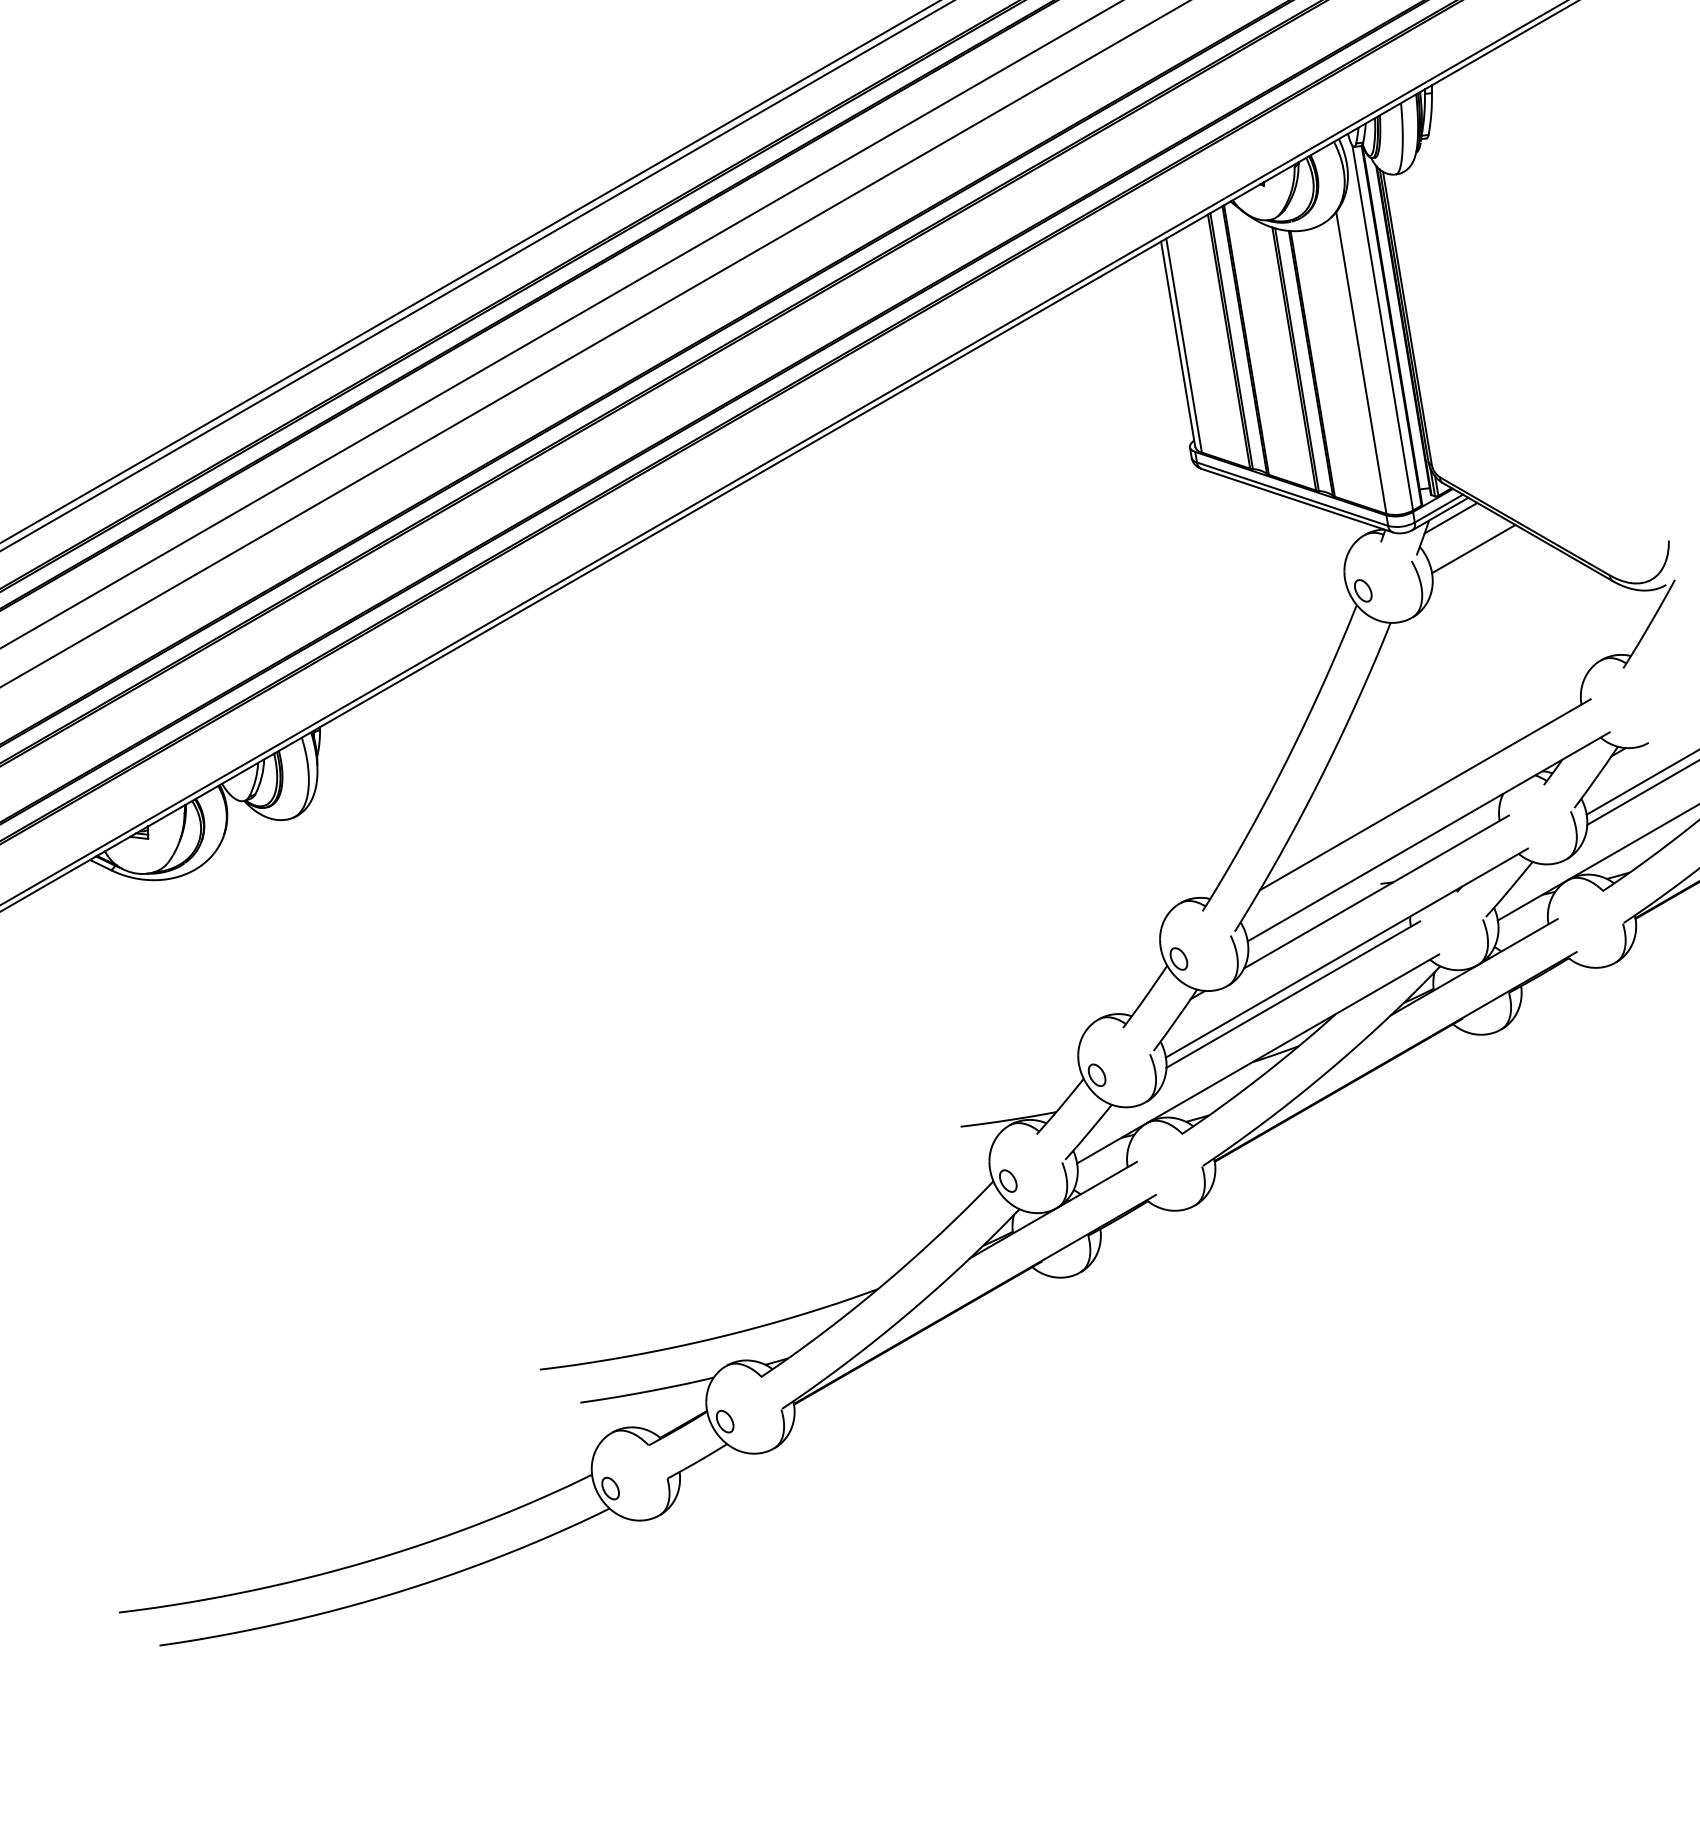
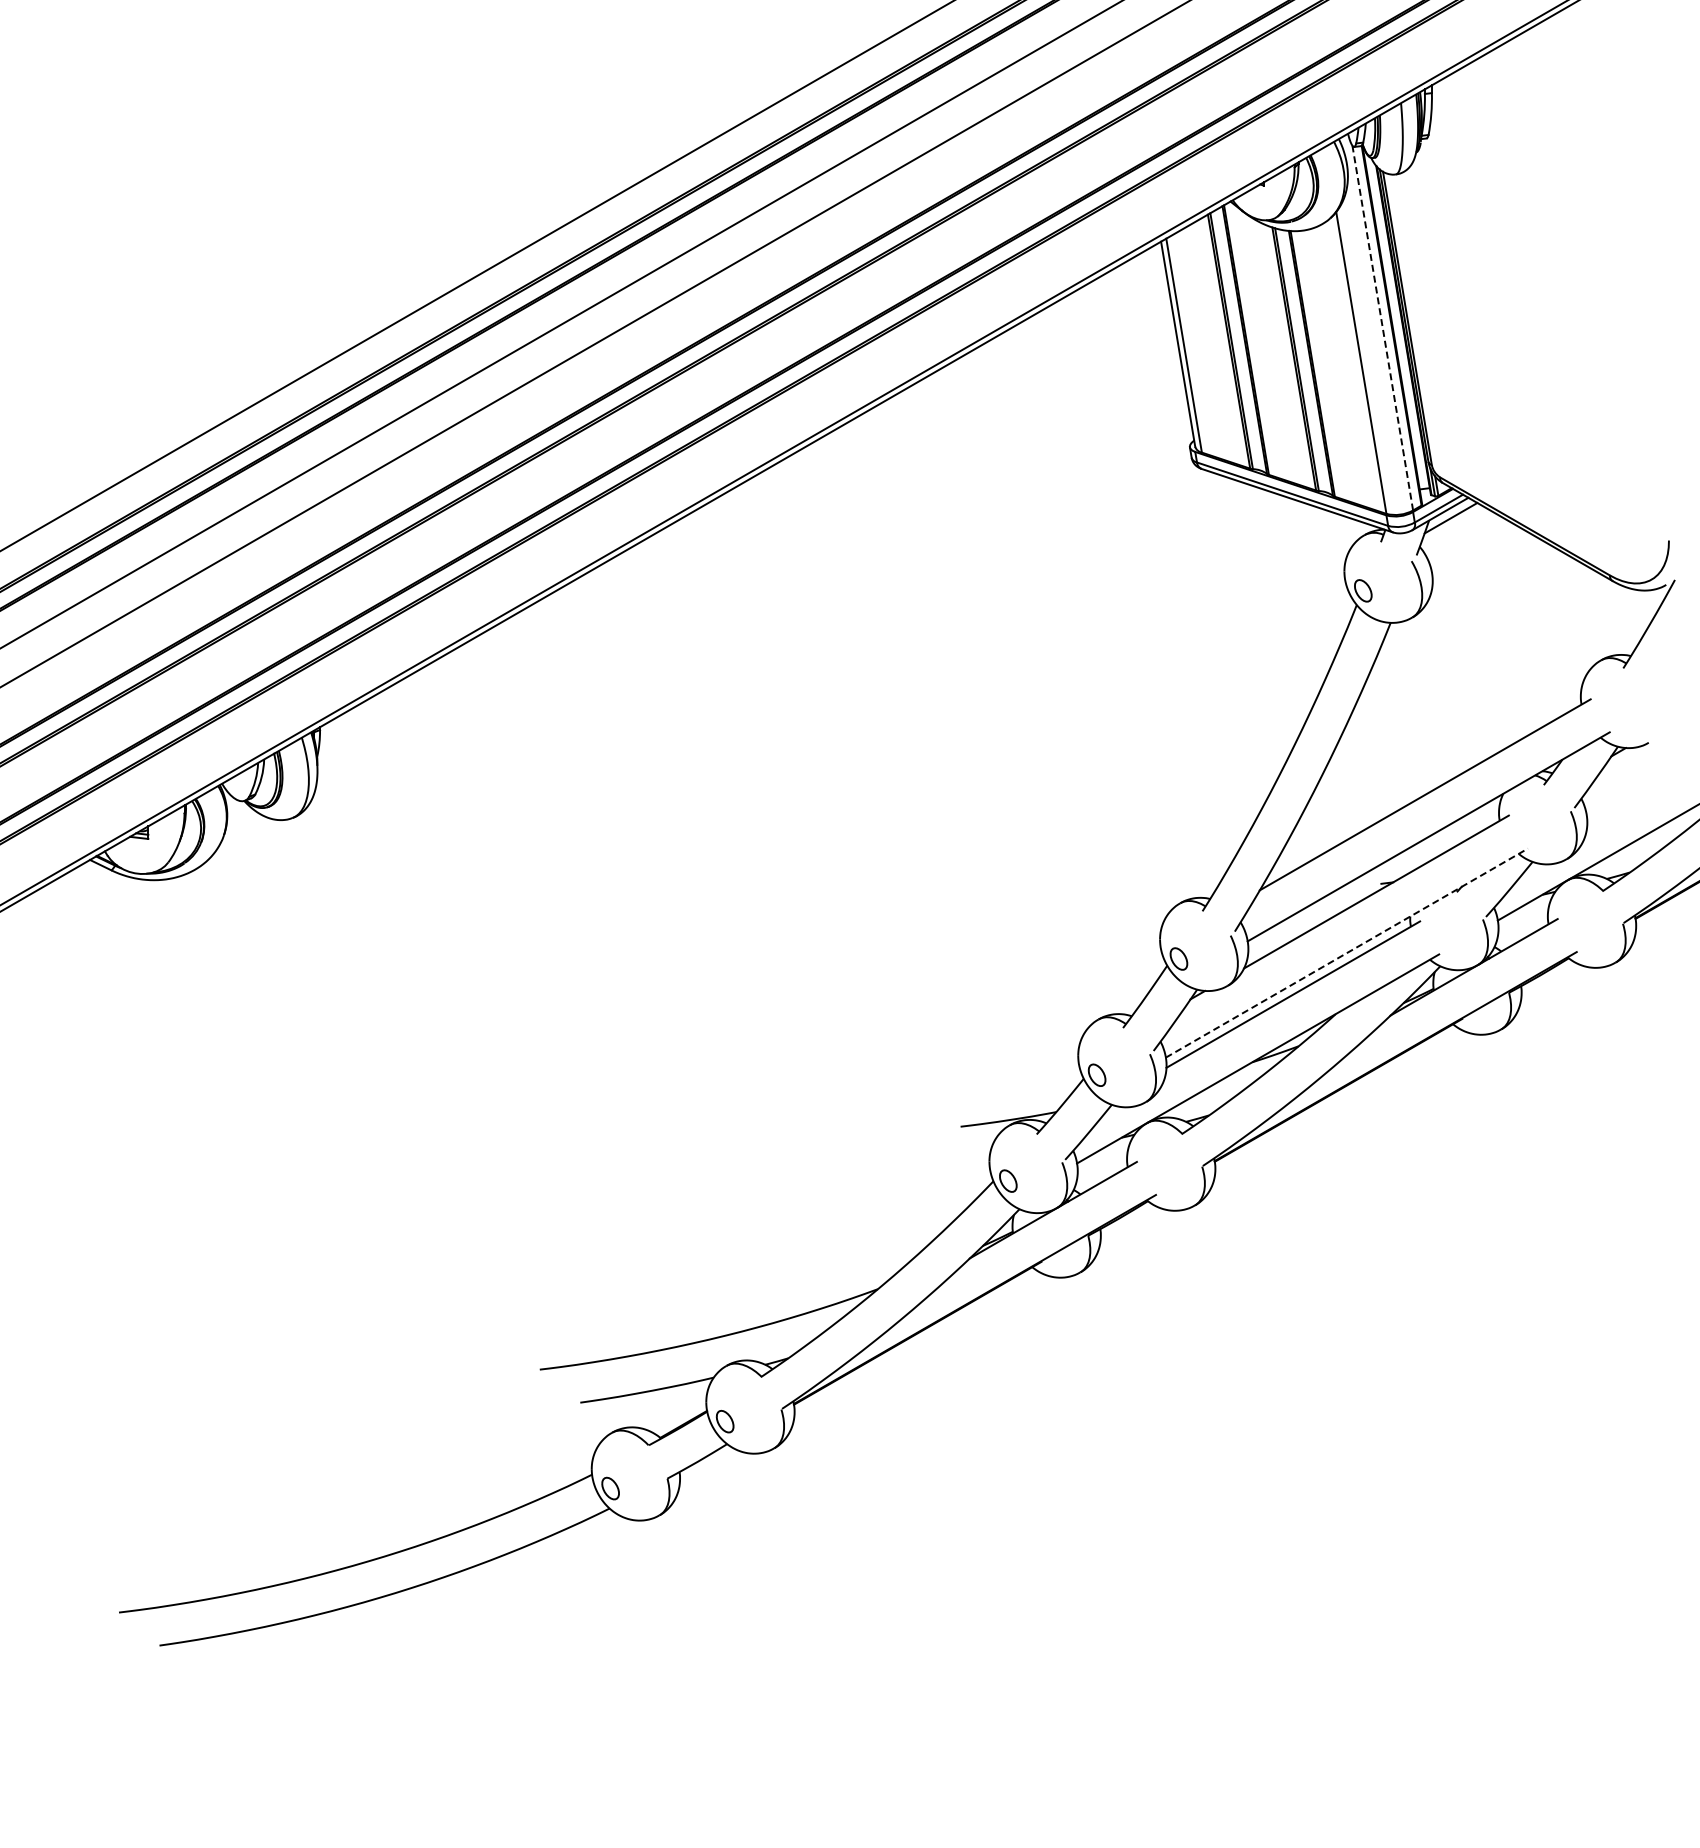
line at (469, 272): present -> none
line at (1382, 328): solid -> dashed
line at (1473, 548): present -> none
line at (1641, 782): present -> none
line at (1641, 792): present -> none
line at (1347, 952): solid -> dashed
